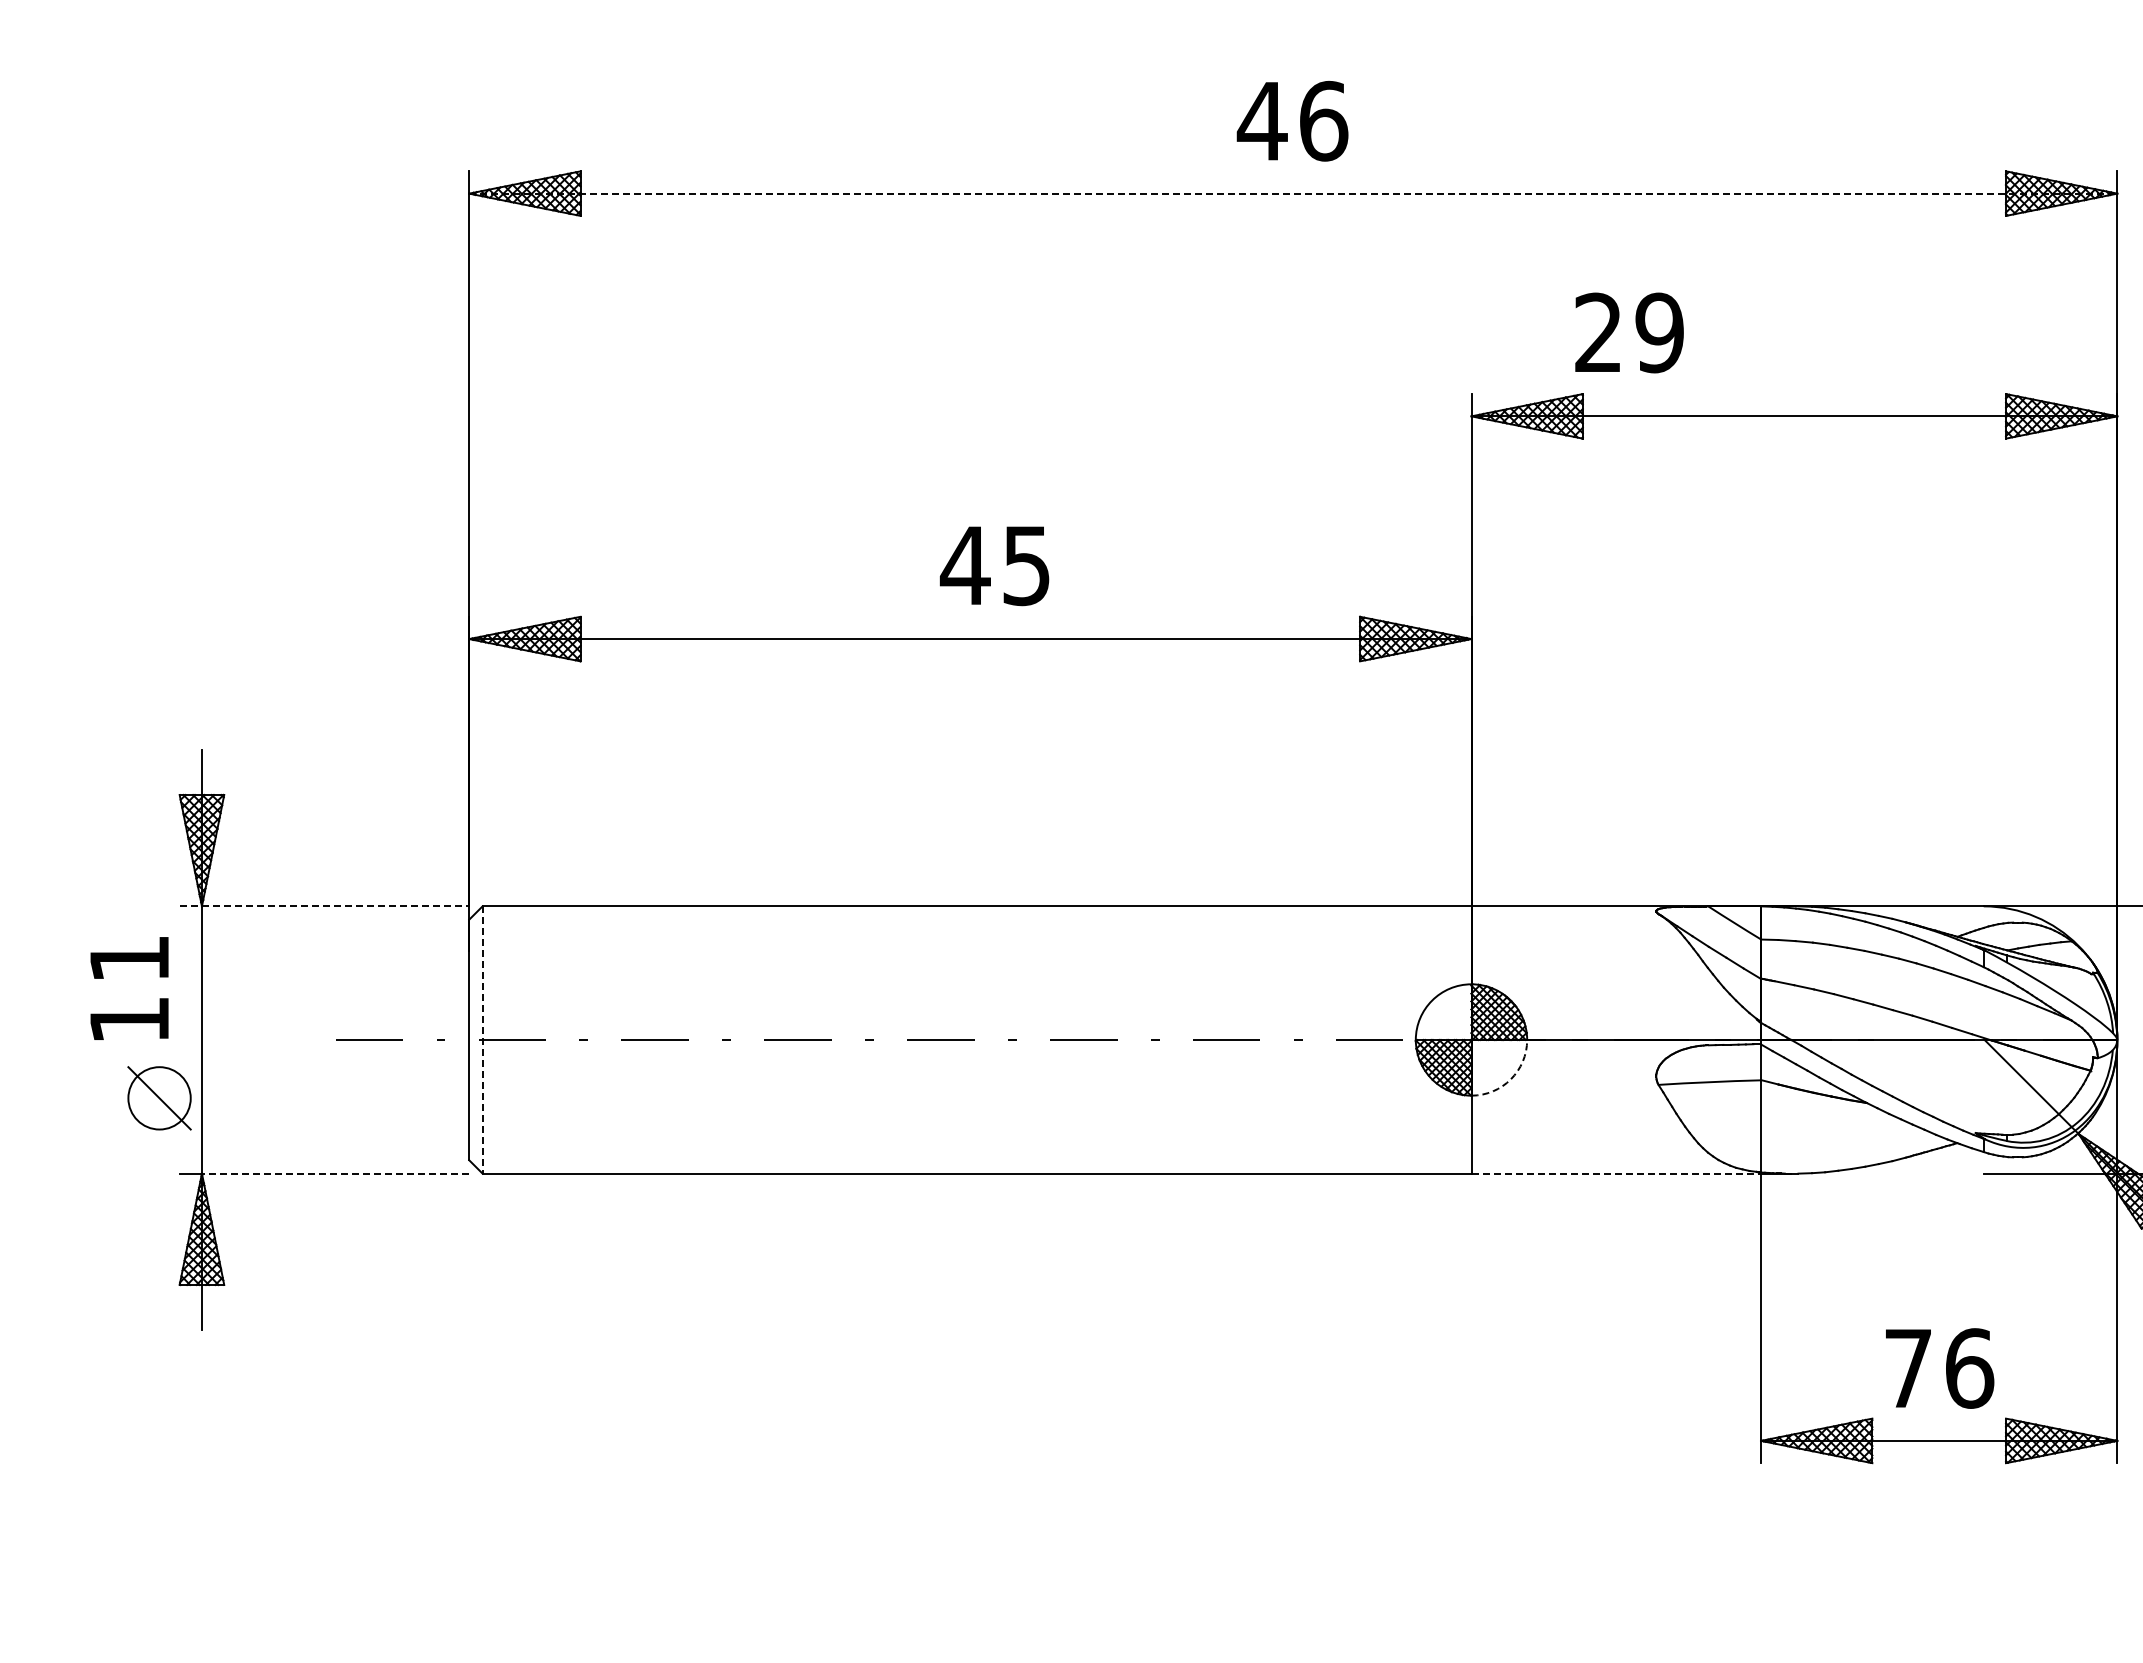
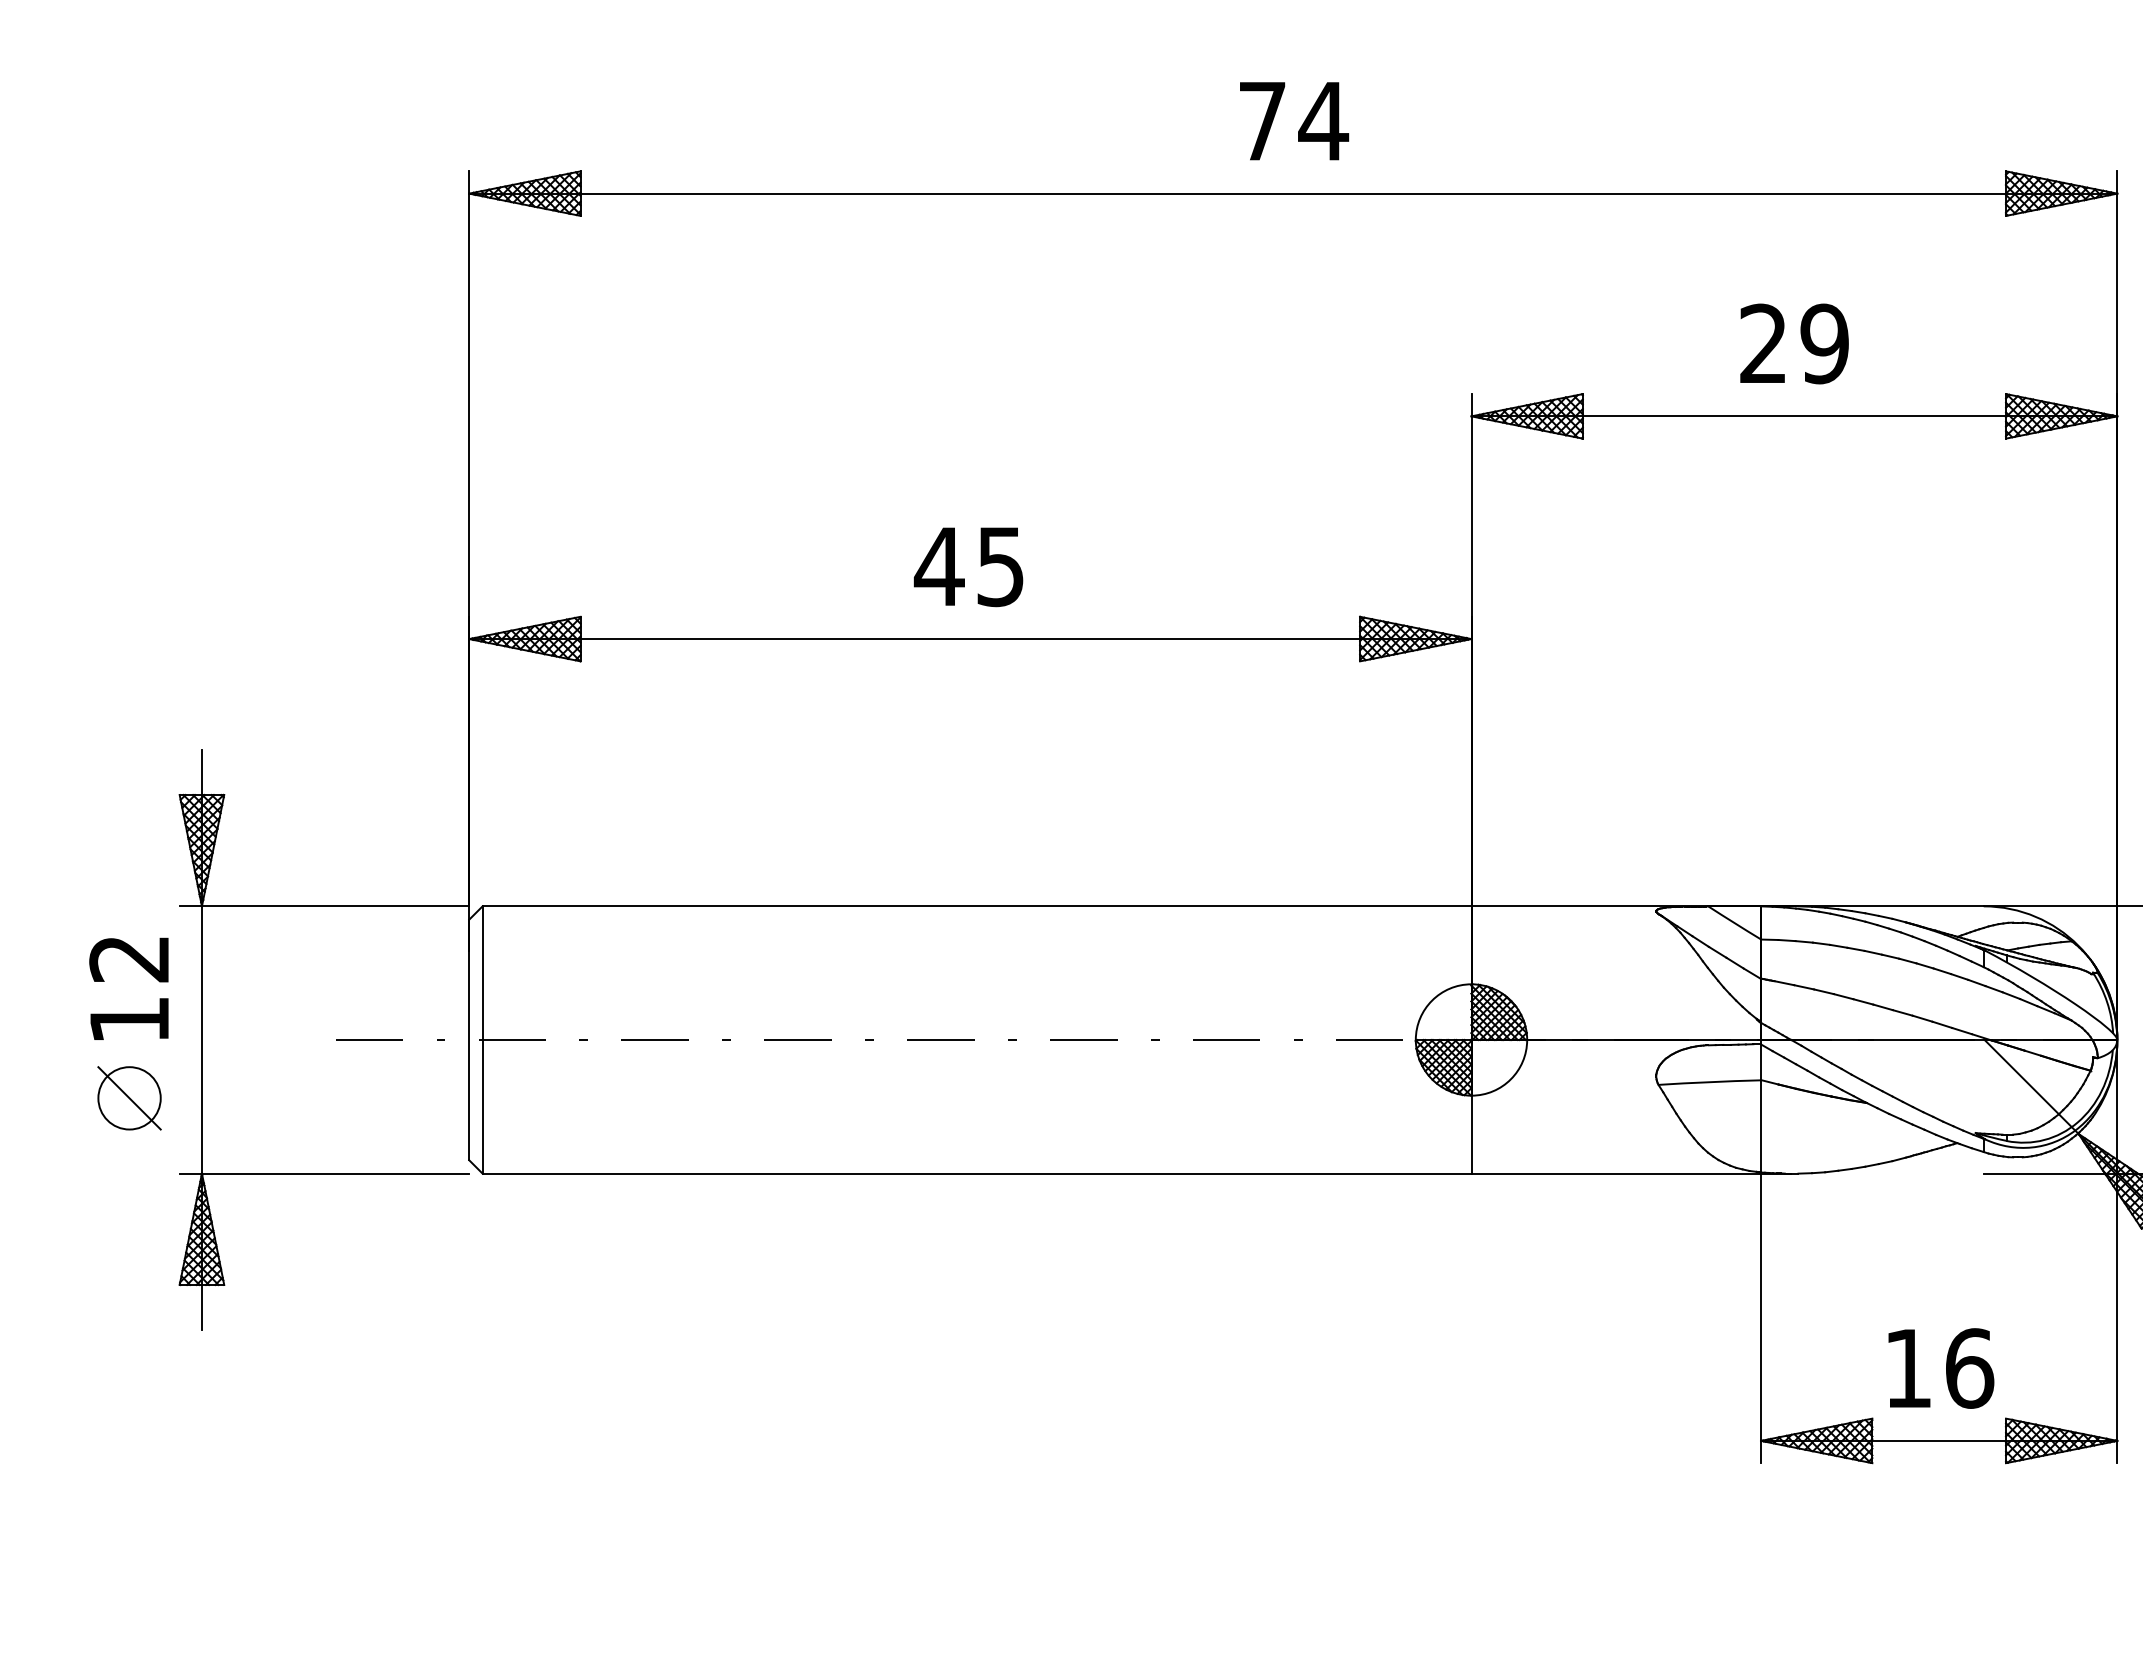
text at (1292, 120): 46 -> 74
line at (1293, 193): dashed -> solid
text at (1629, 332) position: (1629, 332) -> (1794, 343)
text at (994, 566) position: (994, 566) -> (968, 567)
line at (324, 906): dashed -> solid
text at (128, 959): 11 -> 12
line at (482, 1040): dashed -> solid
arc at (1510, 1079): dashed -> solid
part at (159, 1098) position: (159, 1098) -> (129, 1098)
line at (335, 1173): dashed -> solid
line at (1616, 1173): dashed -> solid
text at (1908, 1368): 76 -> 16
